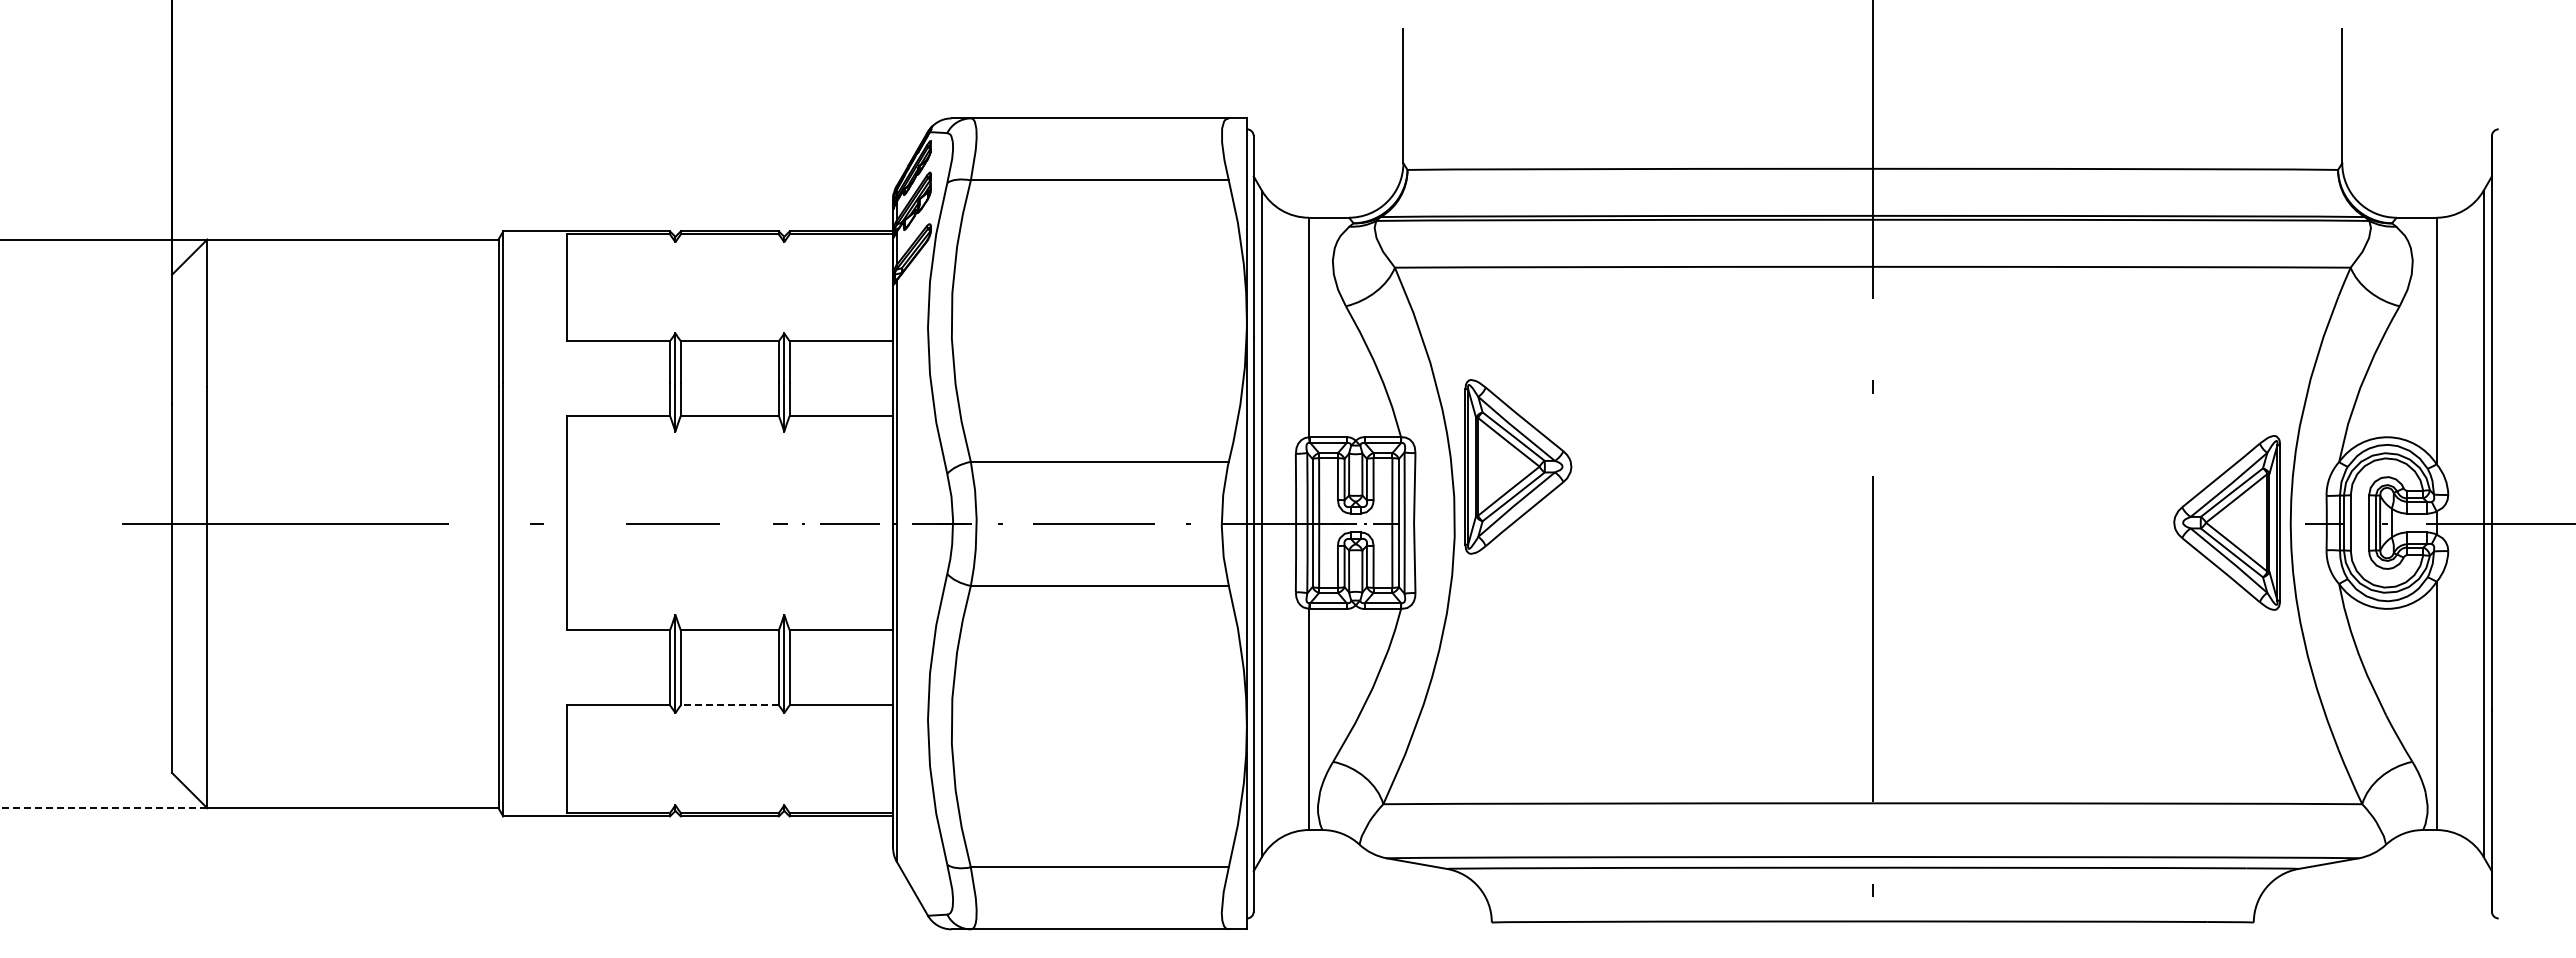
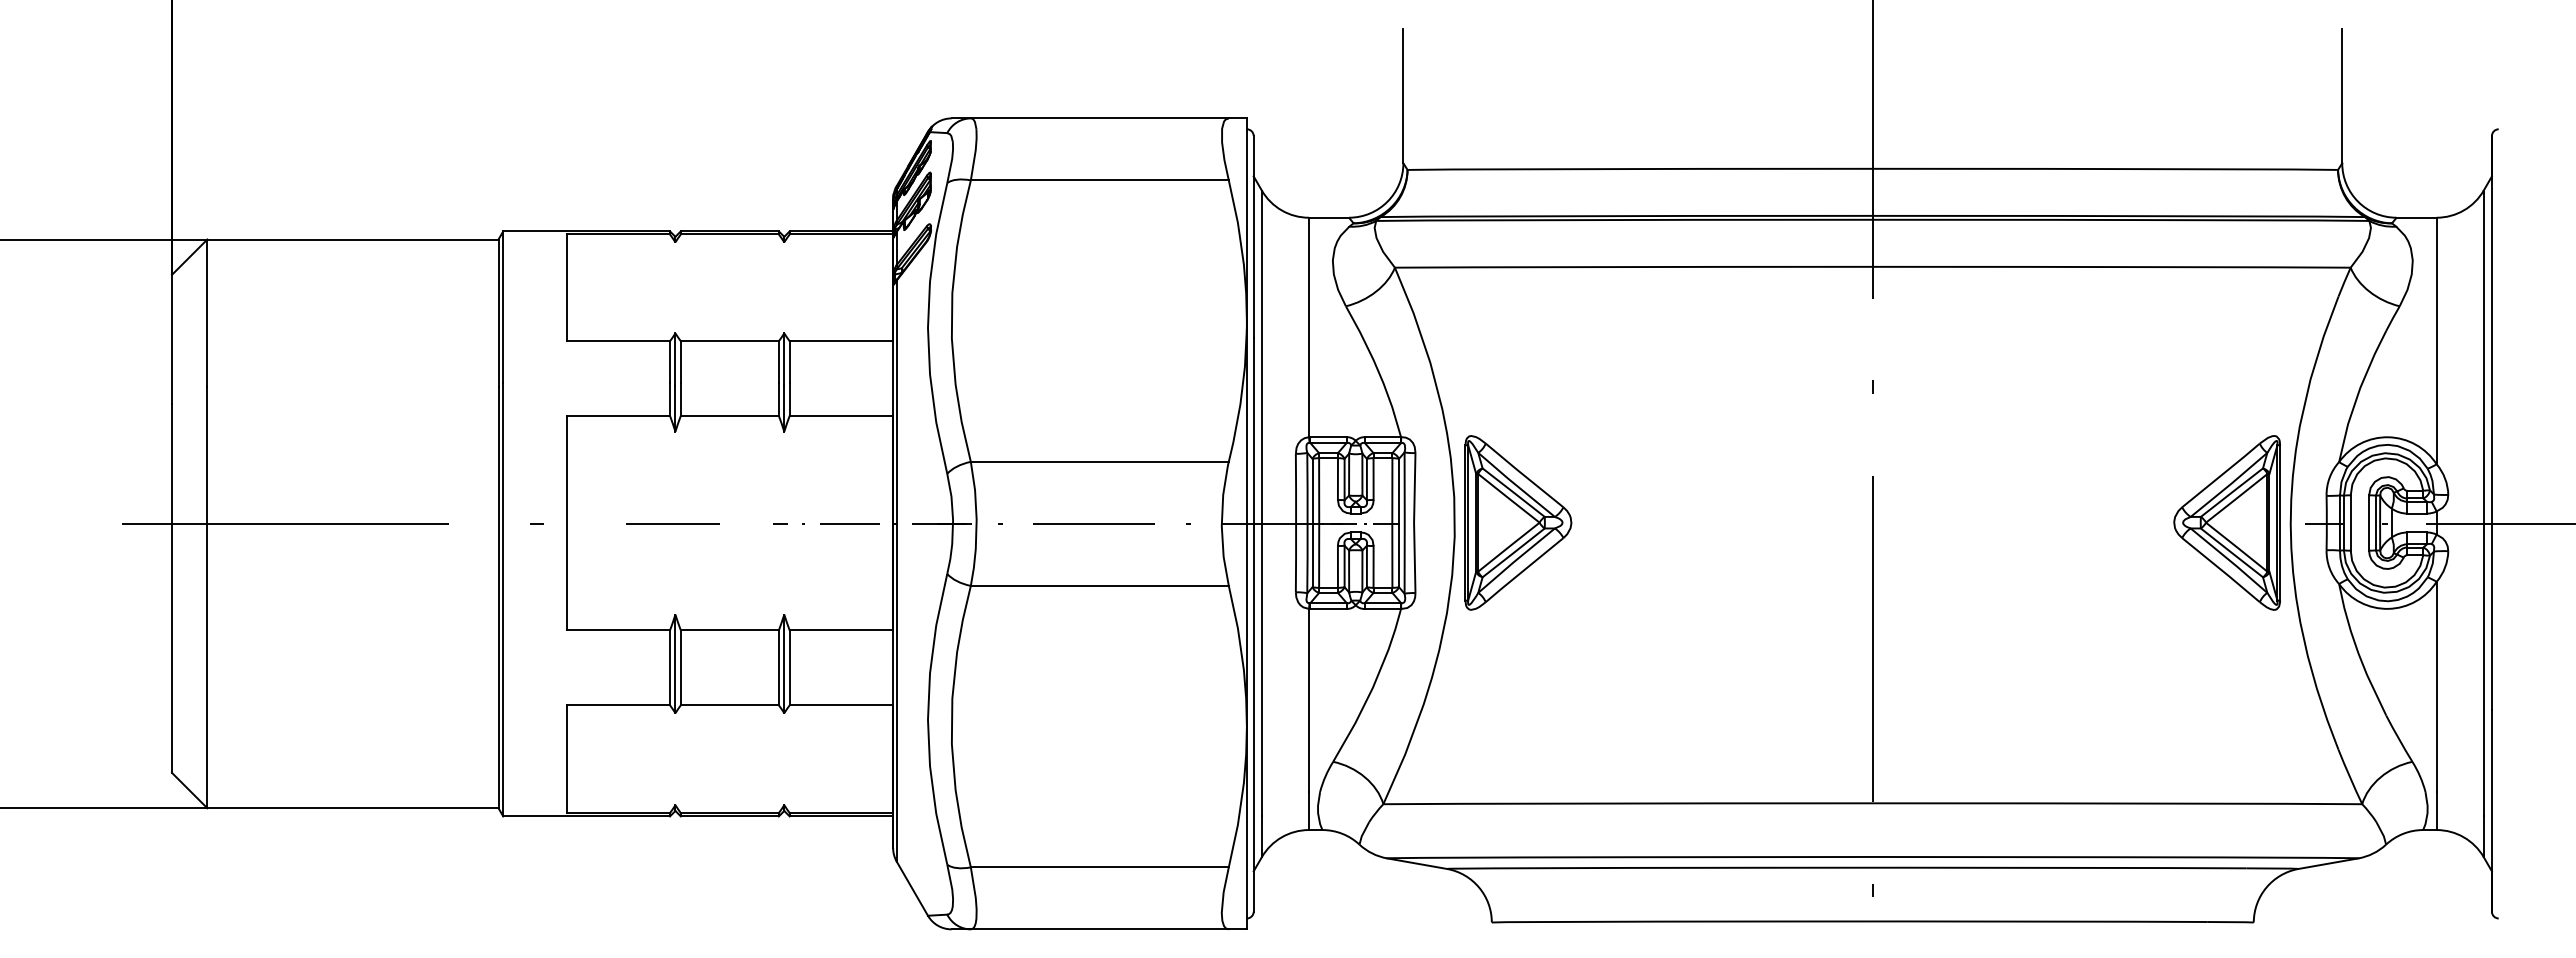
part at (1518, 466) position: (1518, 466) -> (1518, 522)
line at (729, 705): dashed -> solid
line at (103, 808): dashed -> solid
